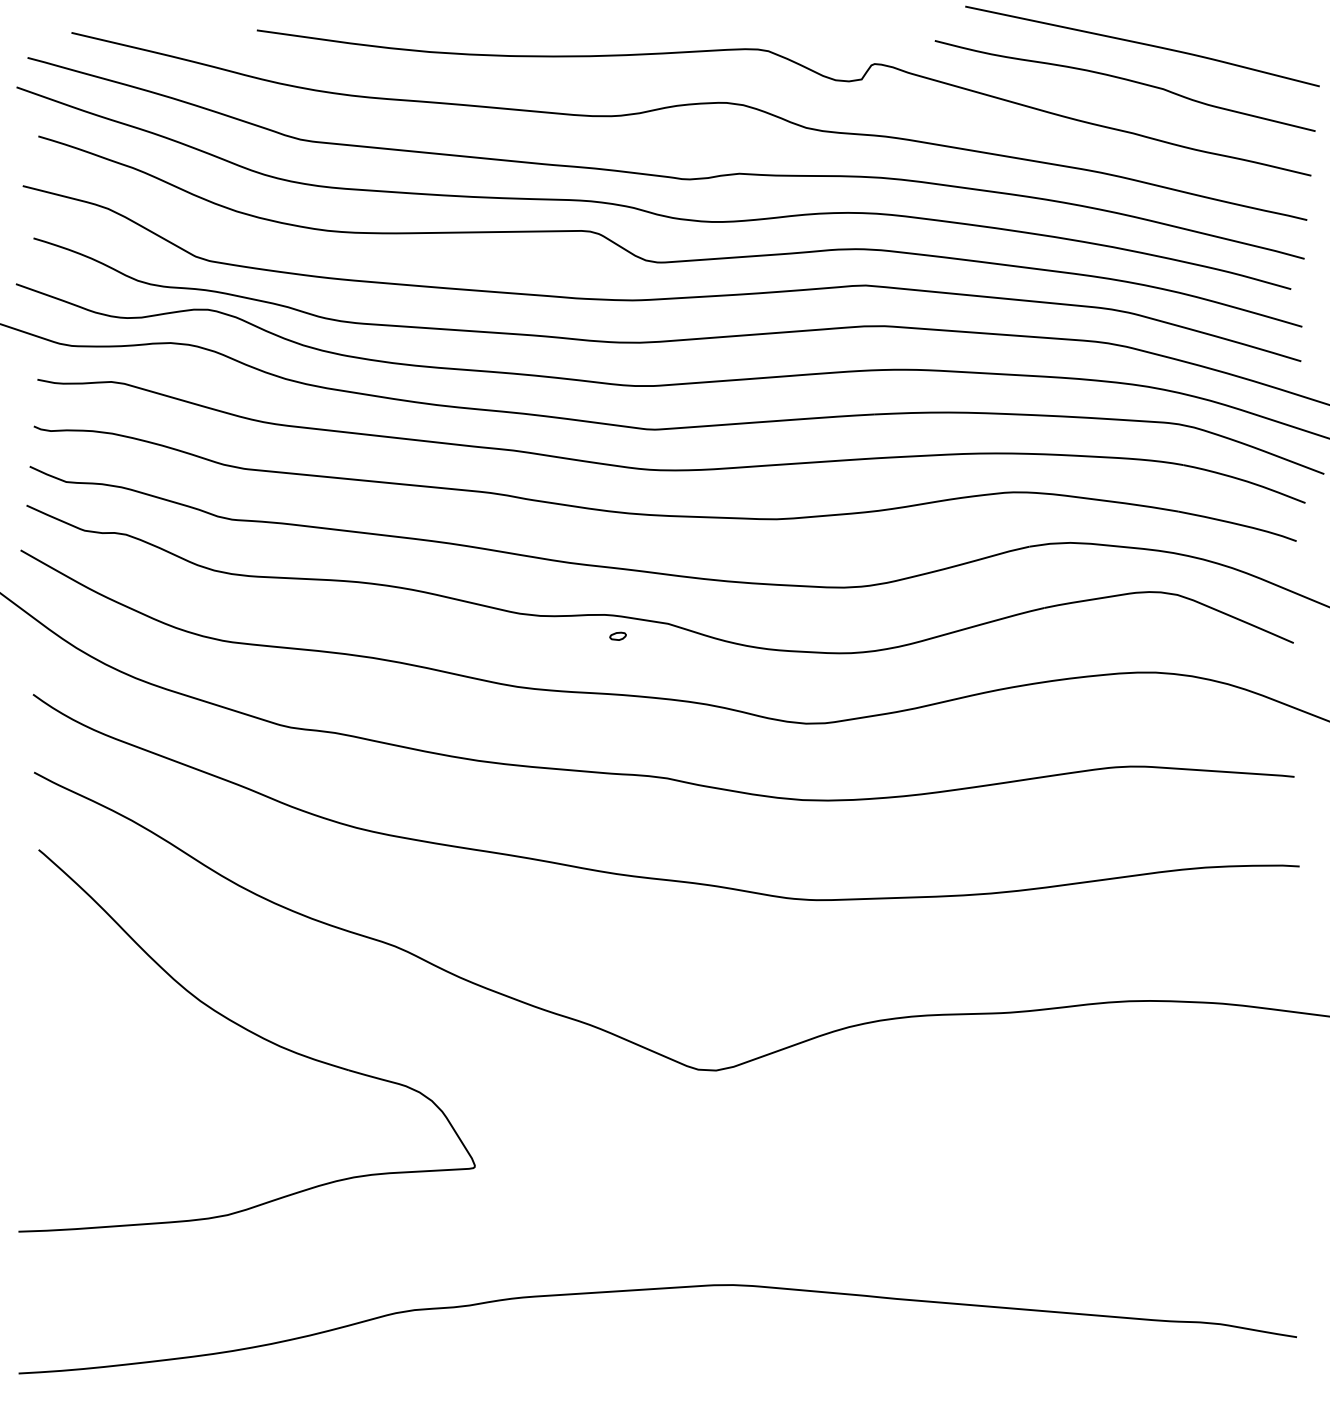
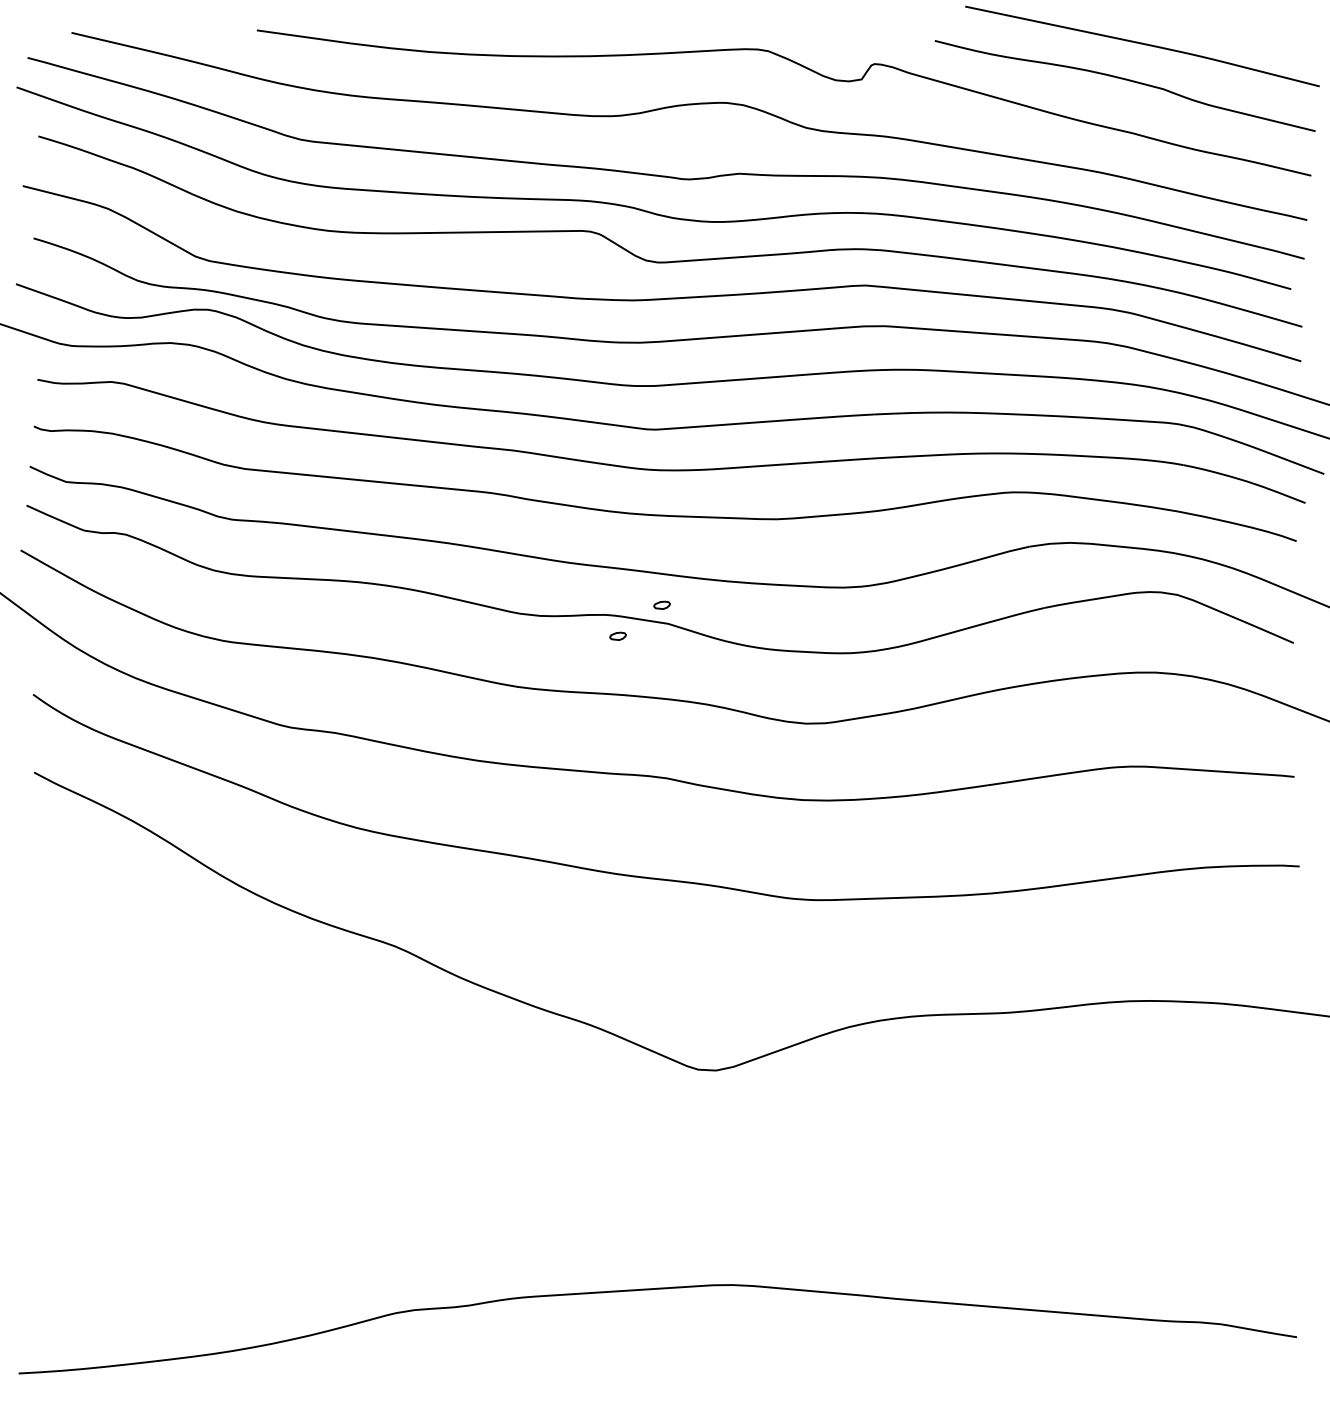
part at (661, 604): none -> present
part at (249, 1032): present -> none
